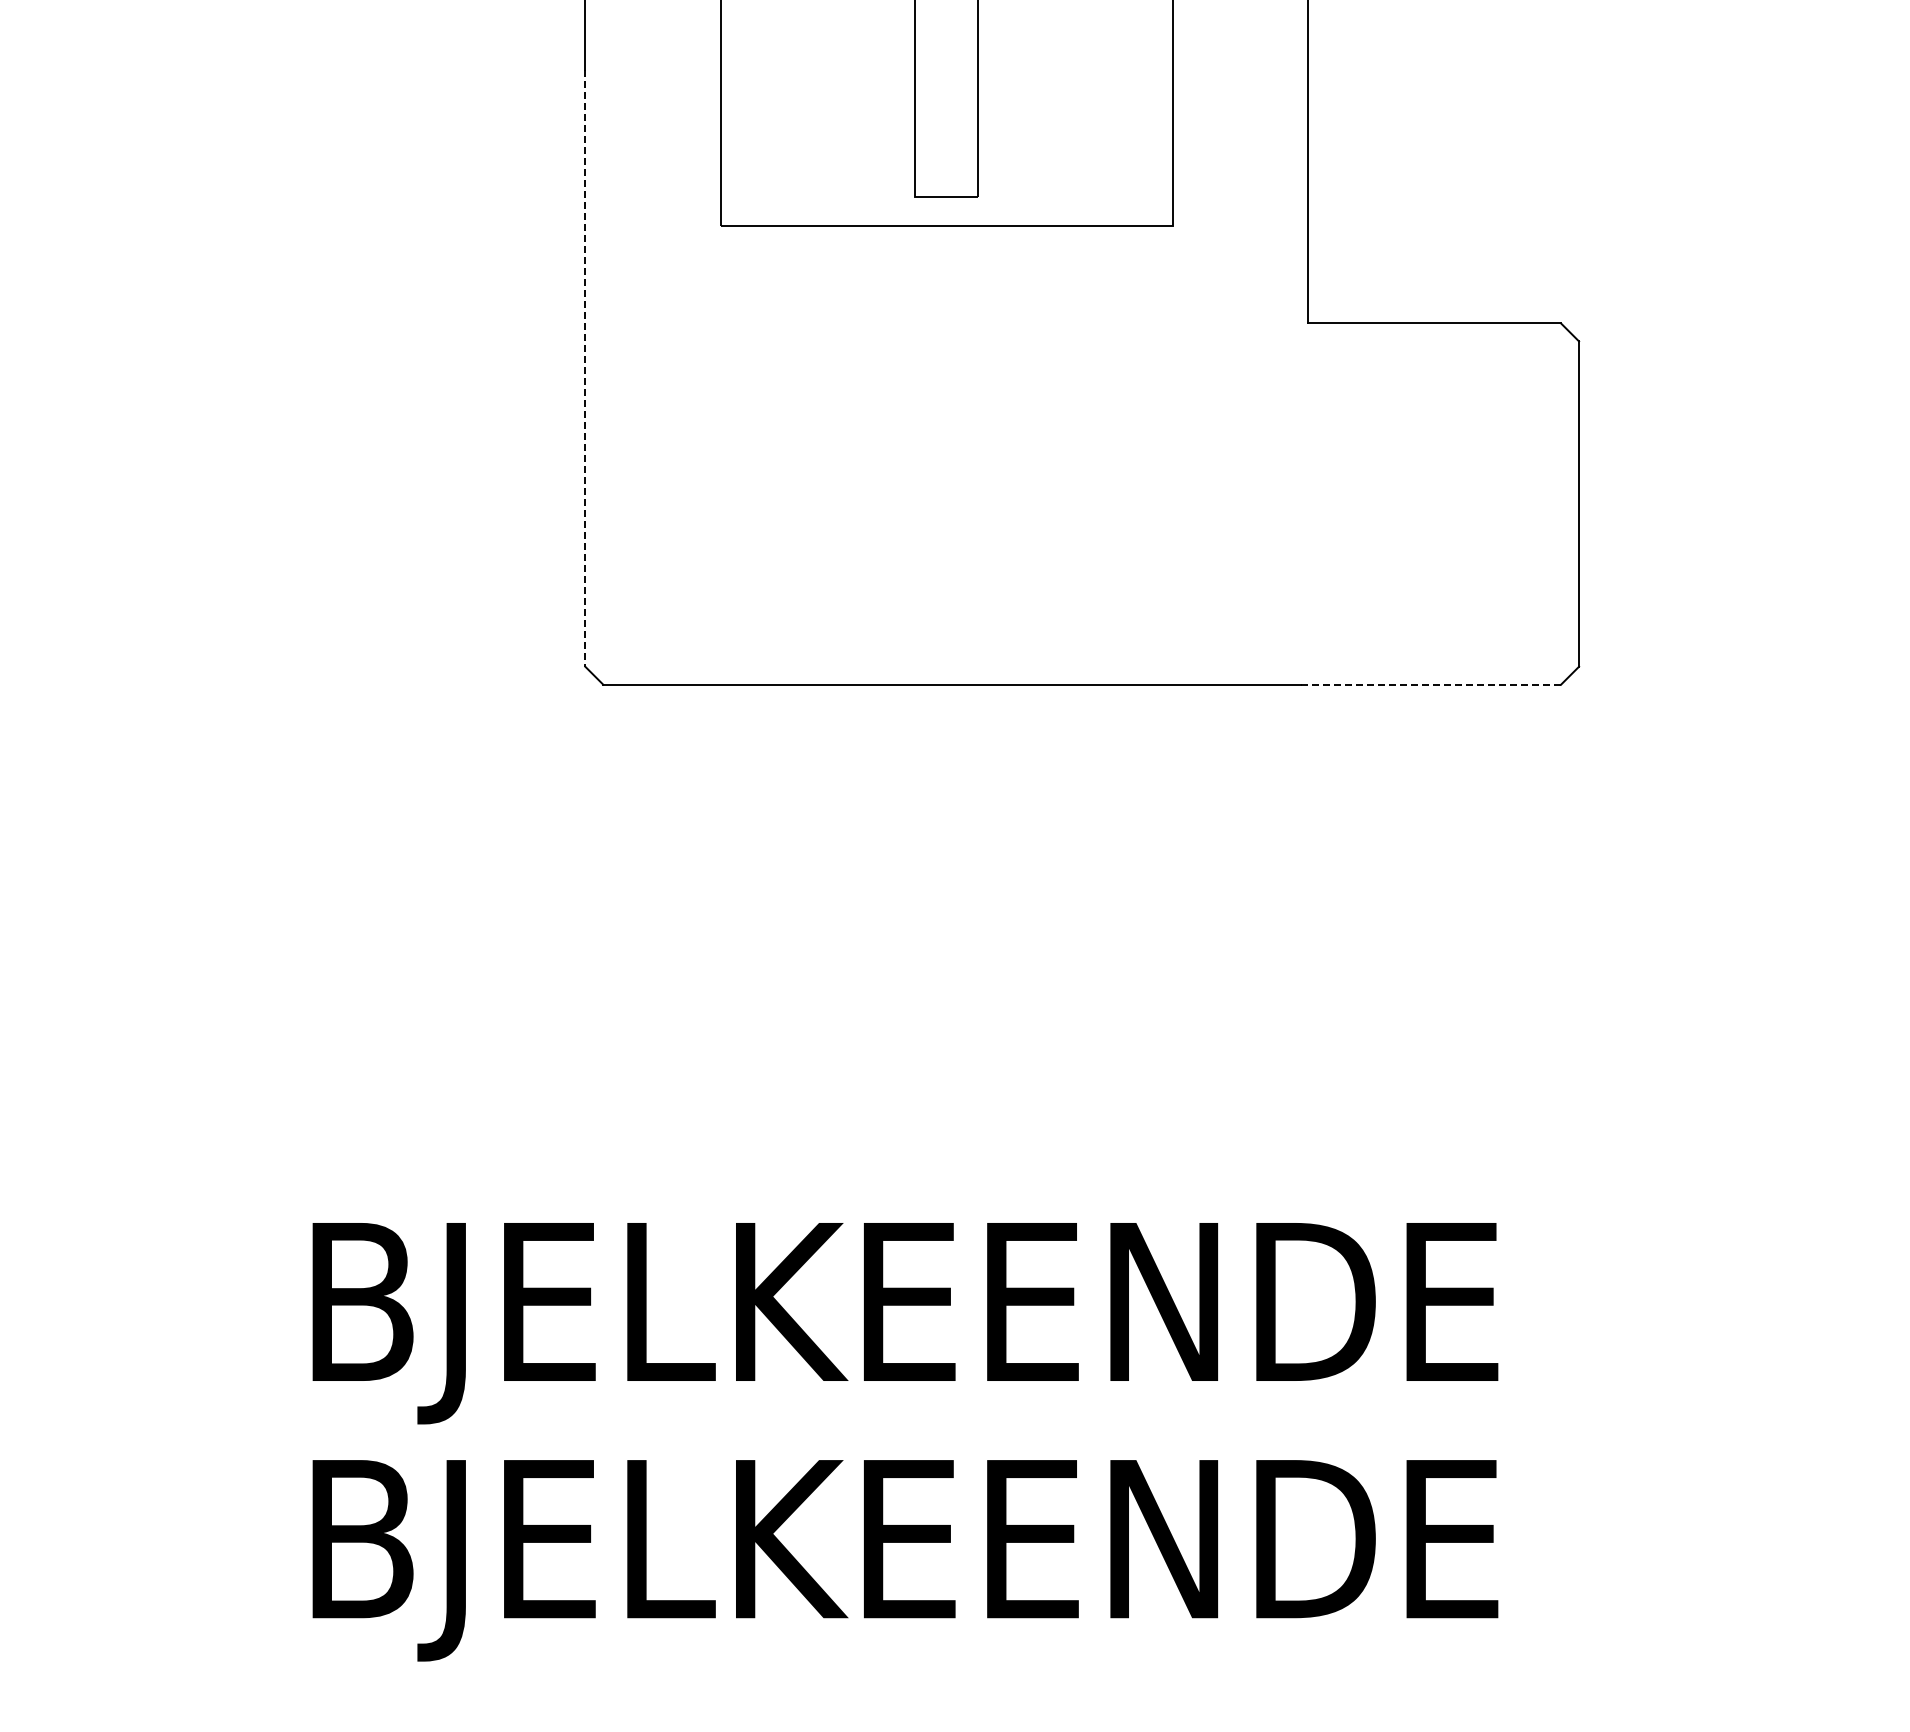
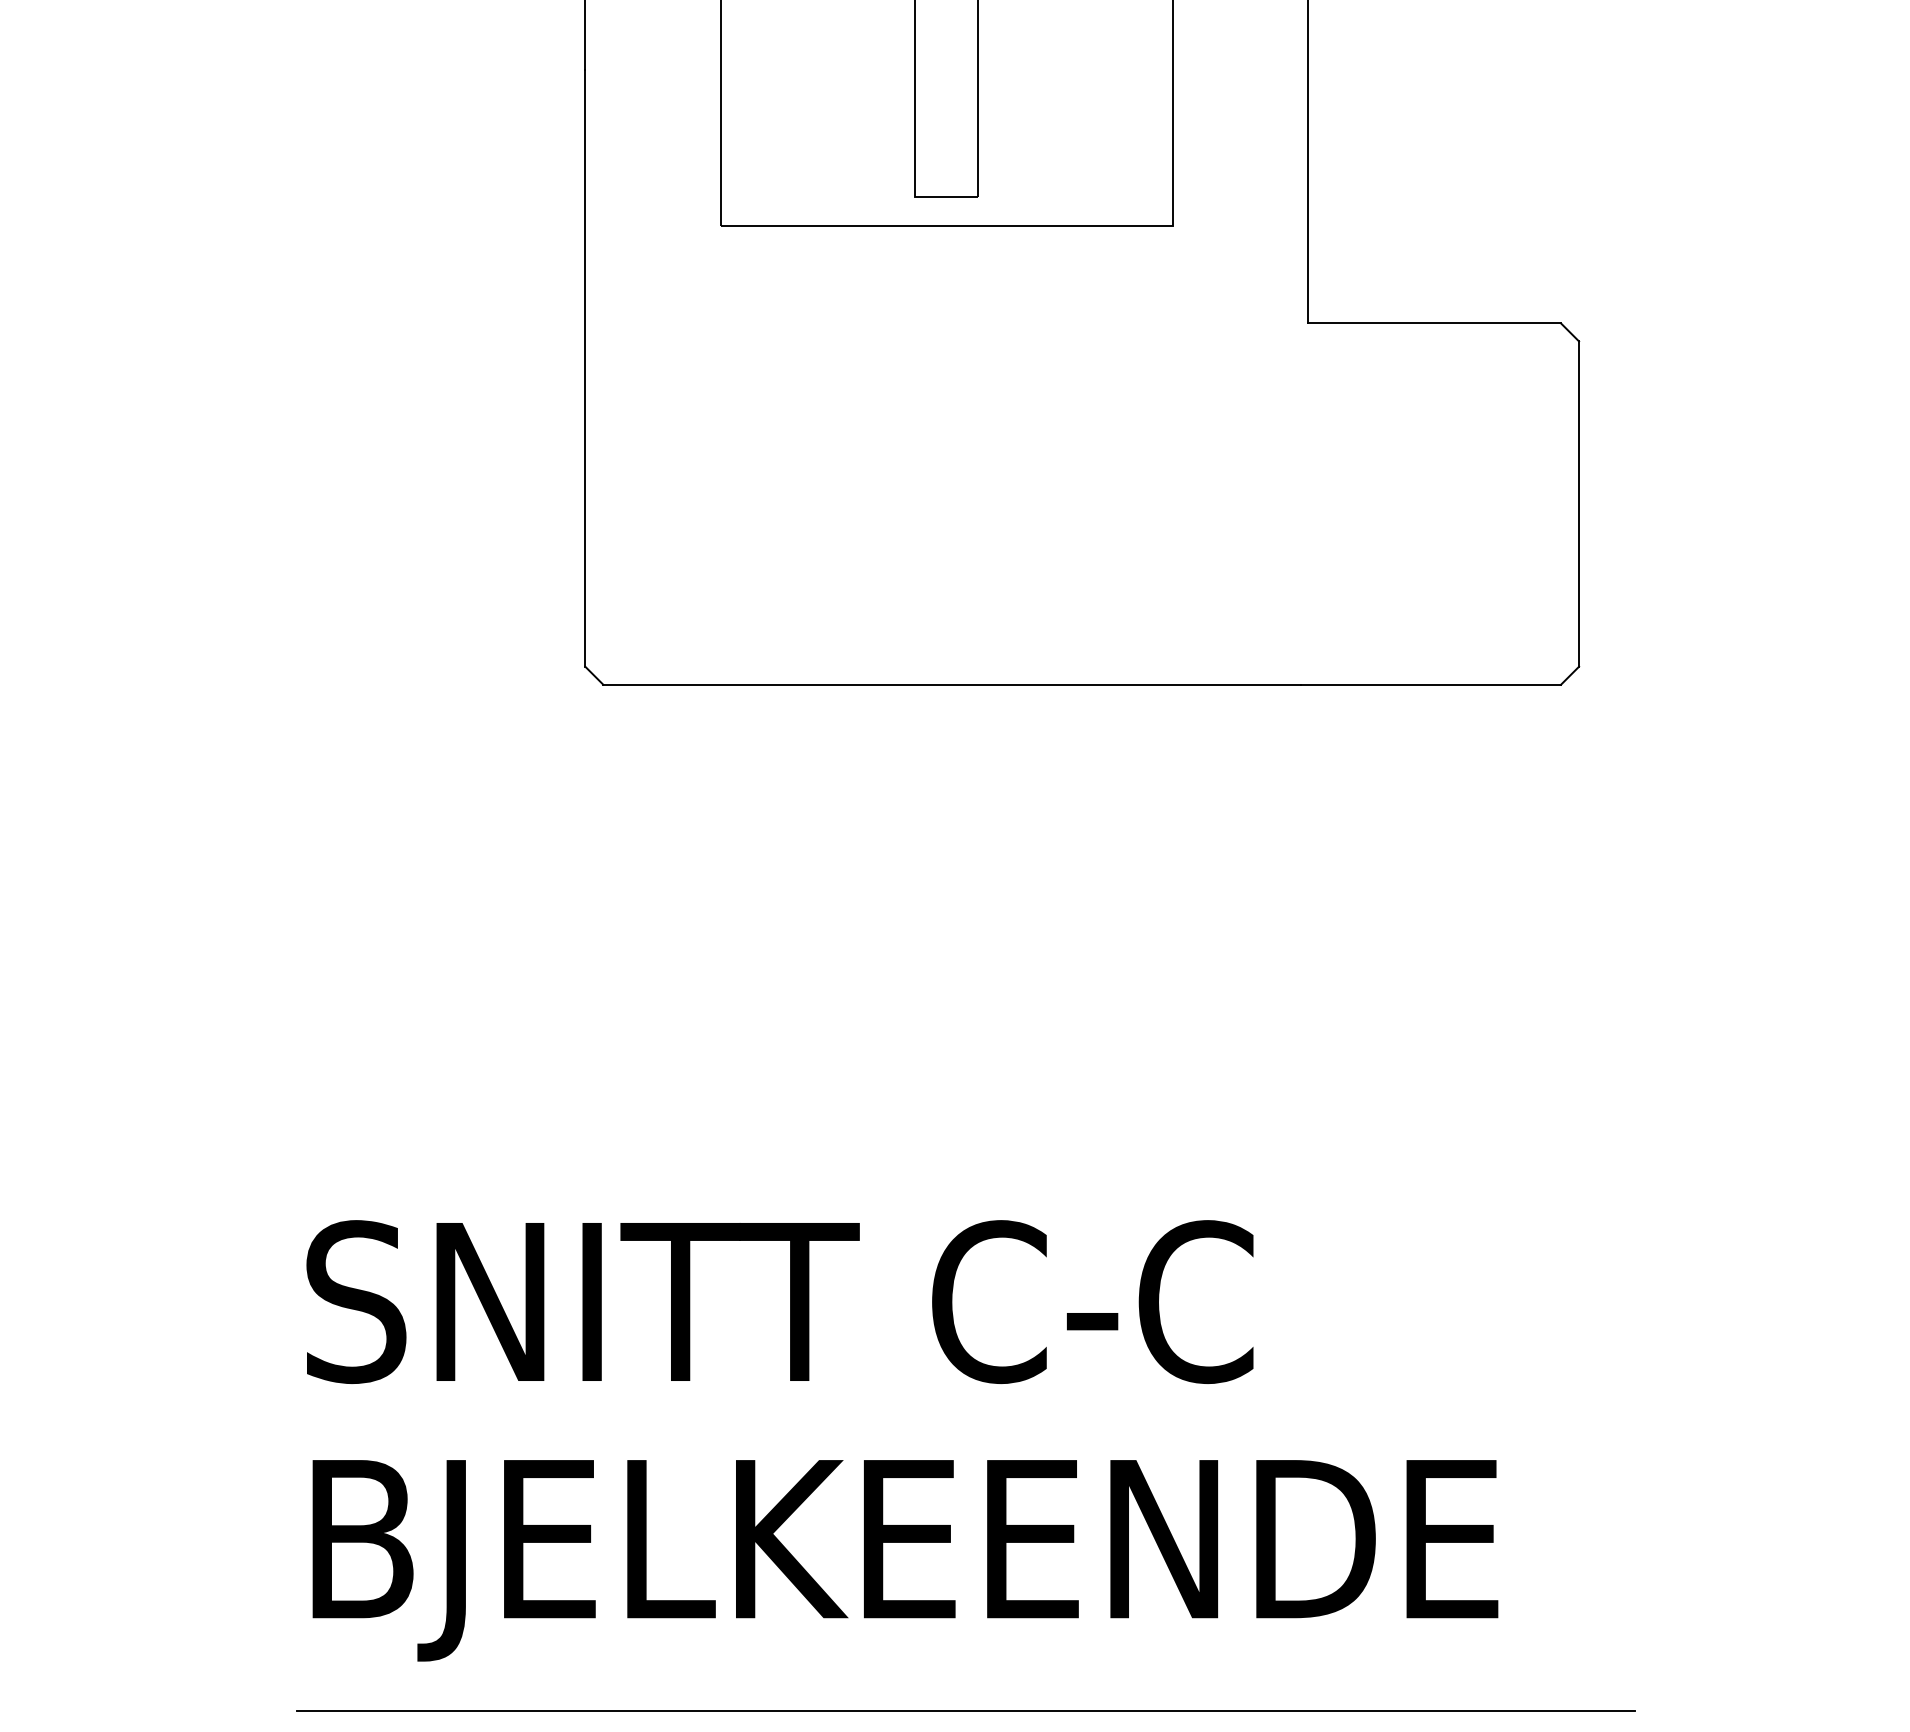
line at (585, 369): dashed -> solid
line at (1431, 684): dashed -> solid
text at (902, 1322): BJELKEENDE -> SNITT C-C
line at (966, 1710): none -> present
